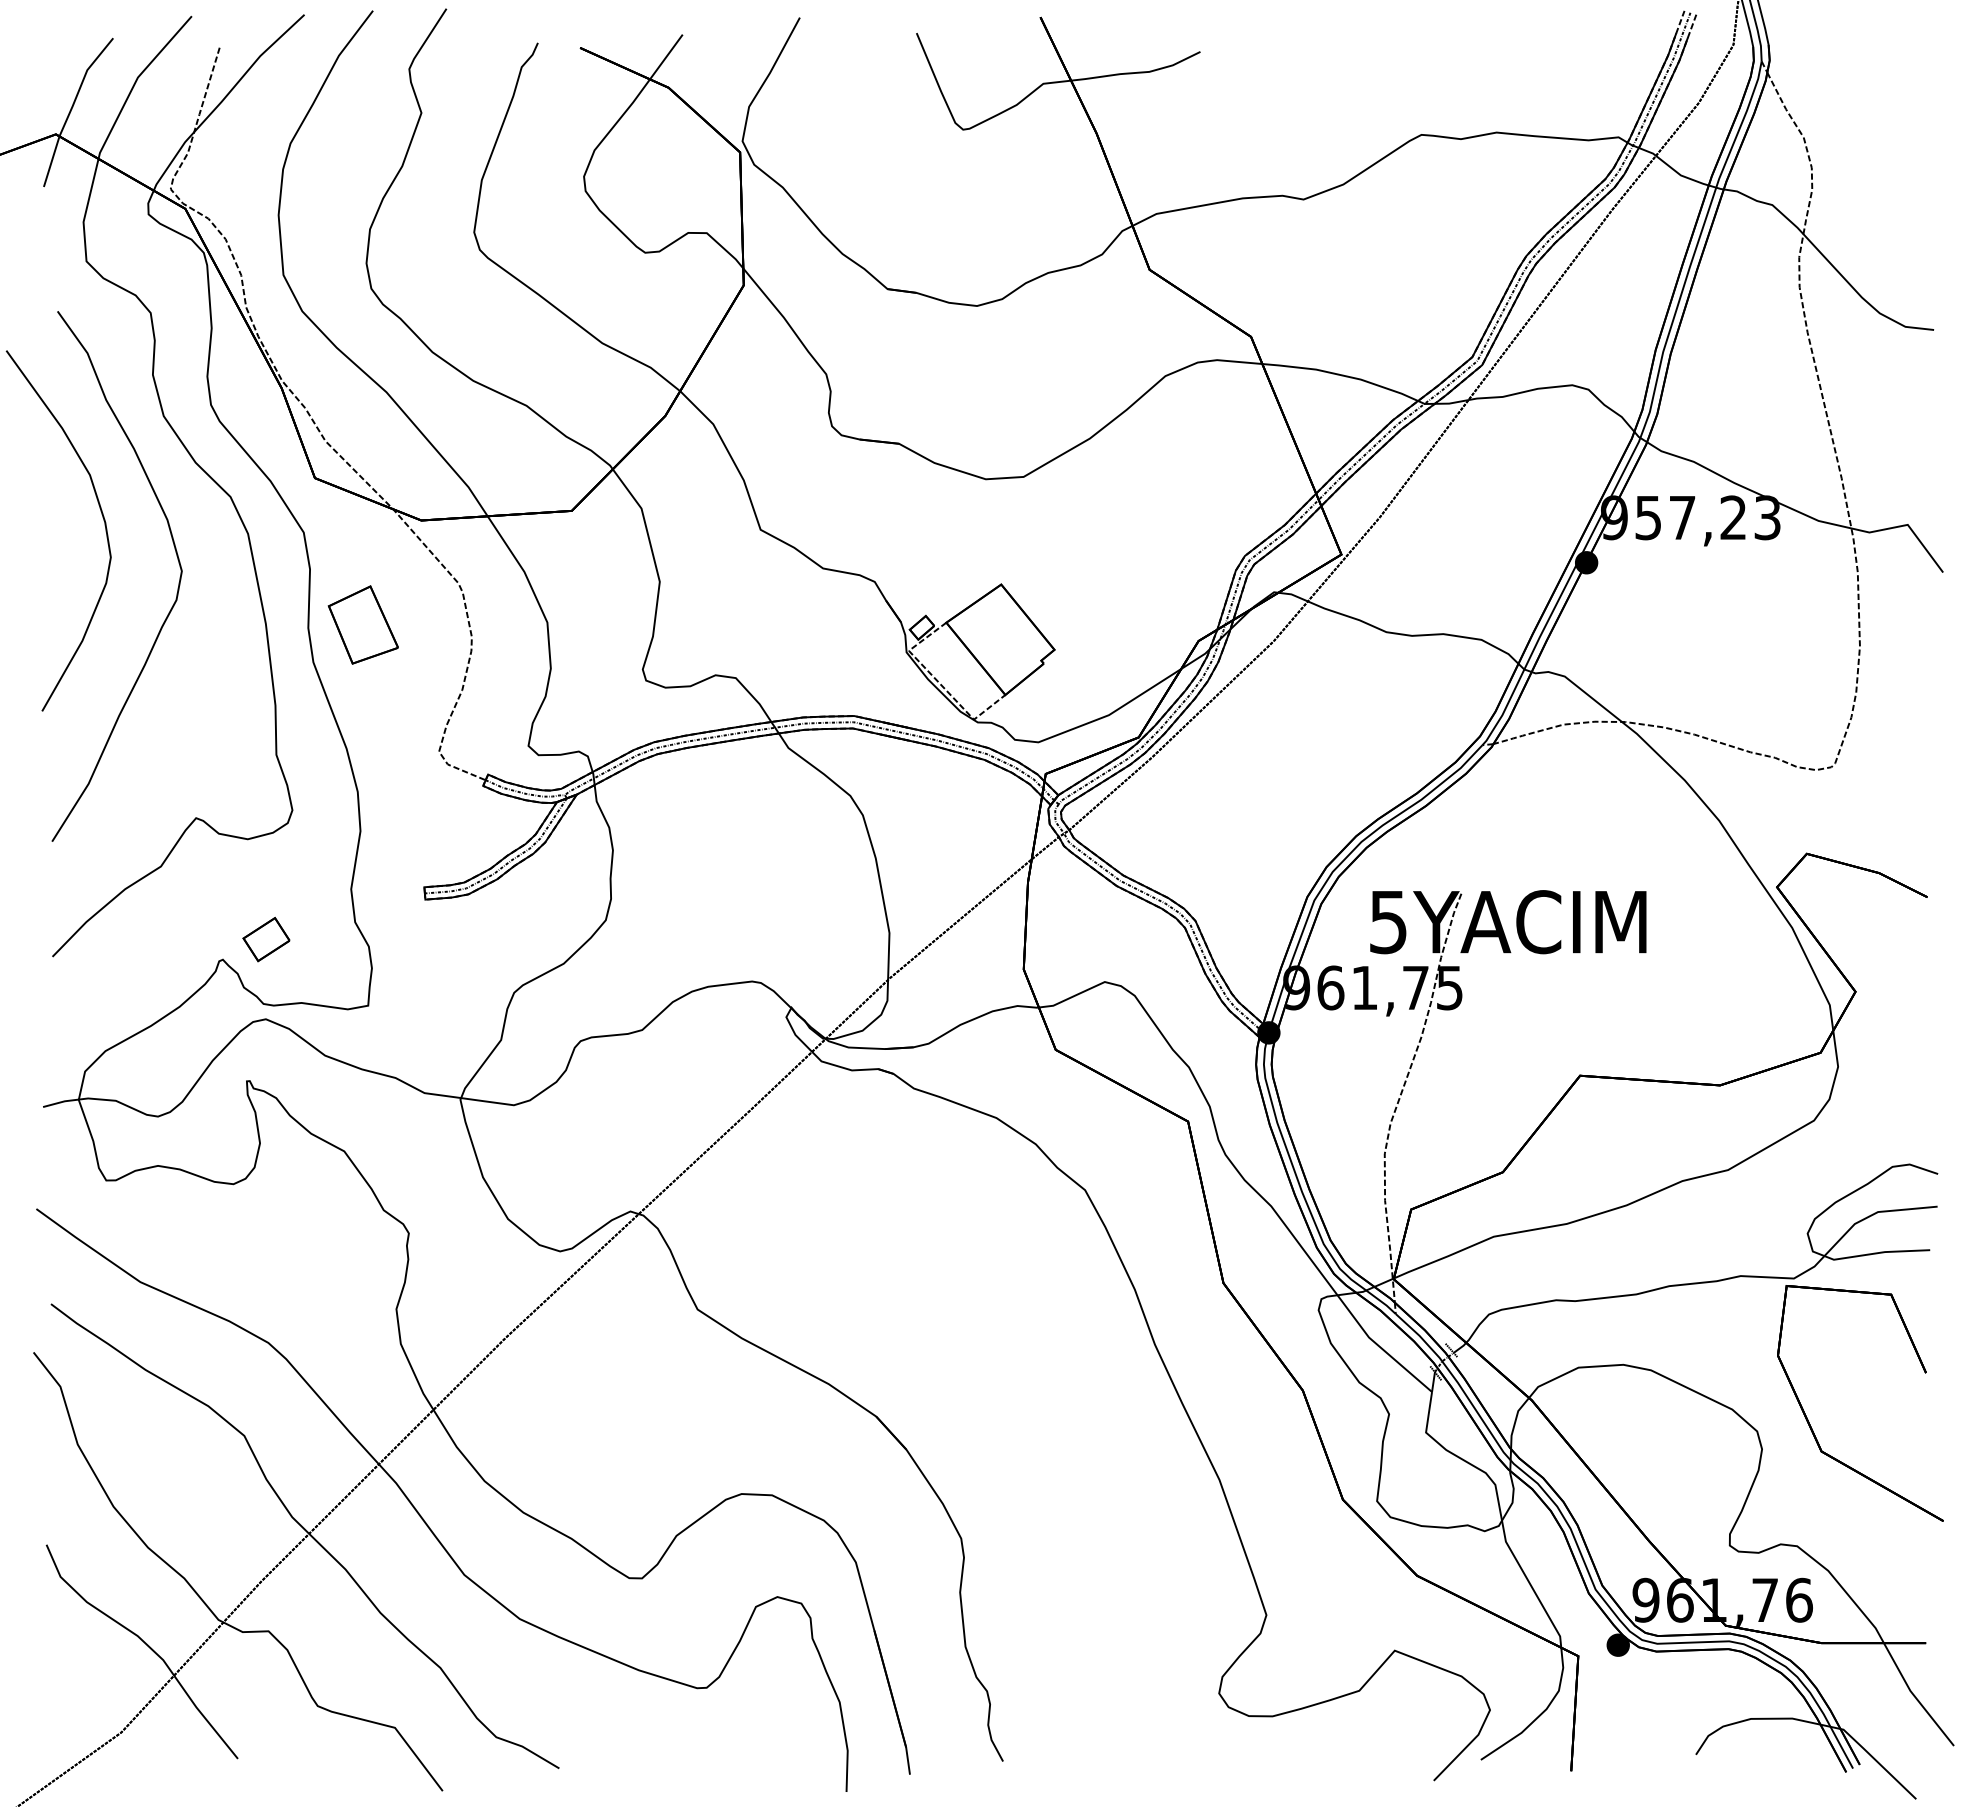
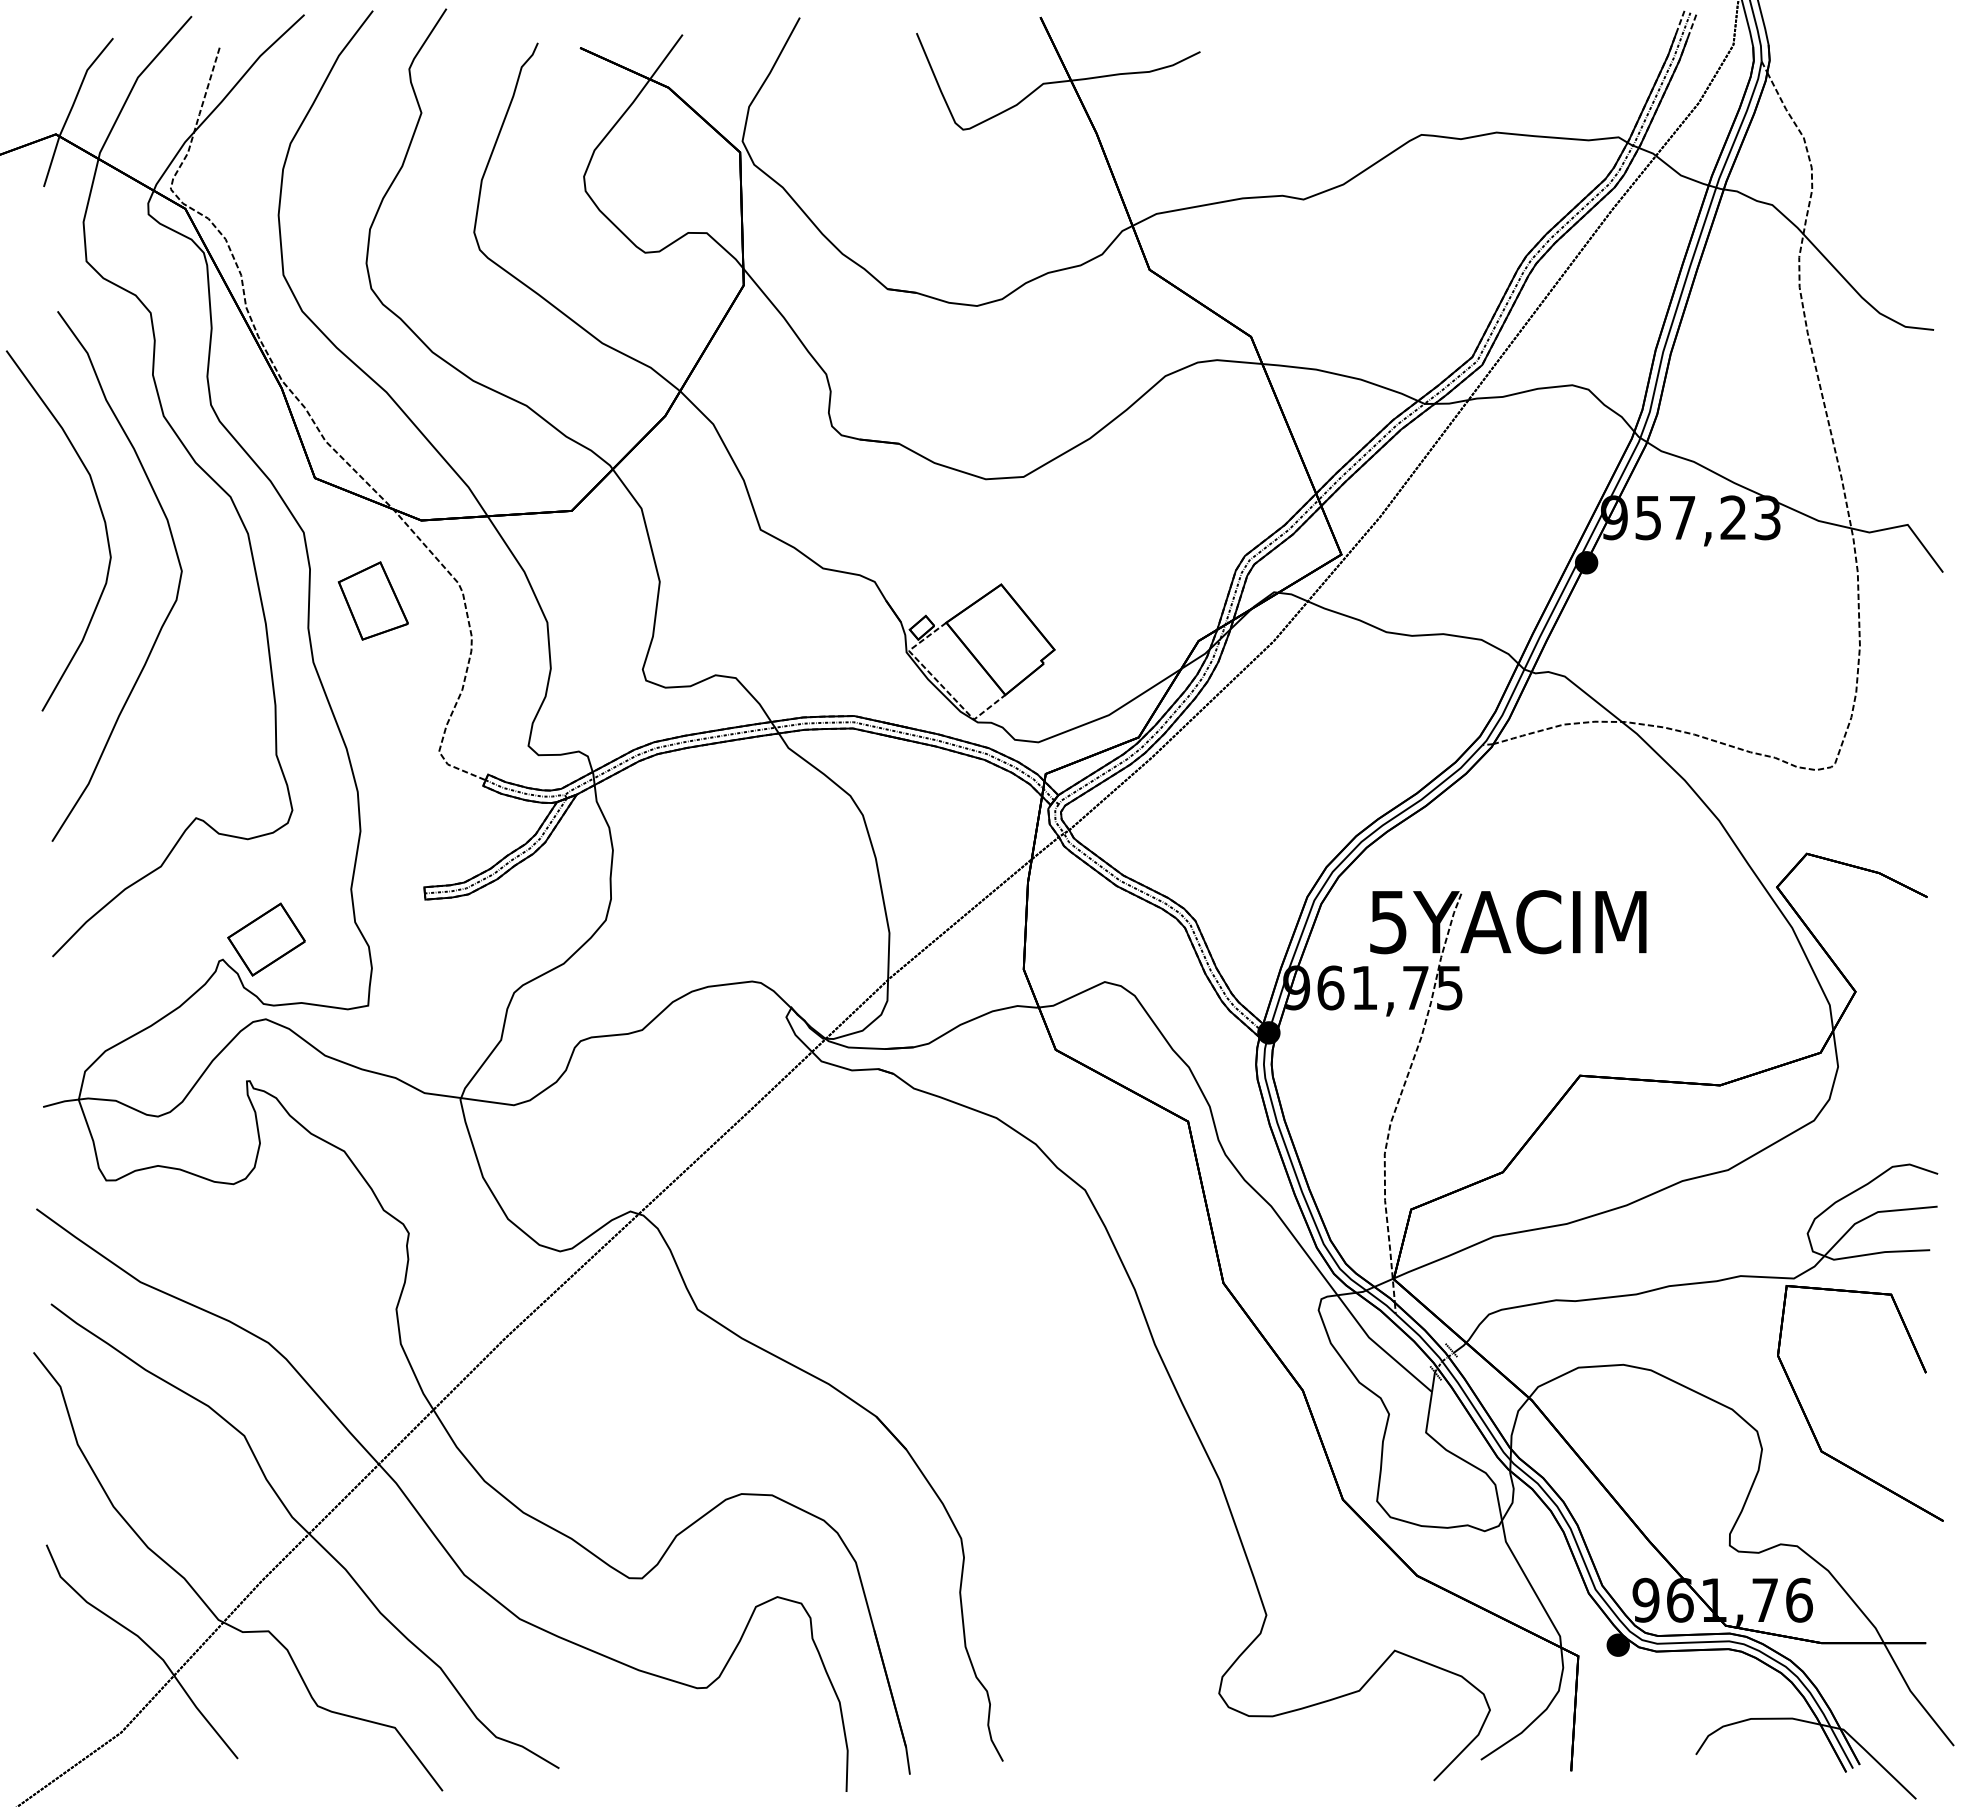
part at (362, 624) position: (362, 624) -> (372, 600)
part at (266, 939) size: 49x47 px -> 79x75 px
